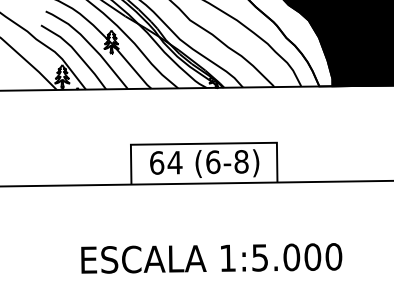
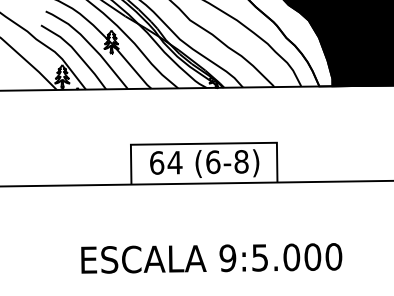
text at (227, 258): 1:5.000 -> 9:5.000
